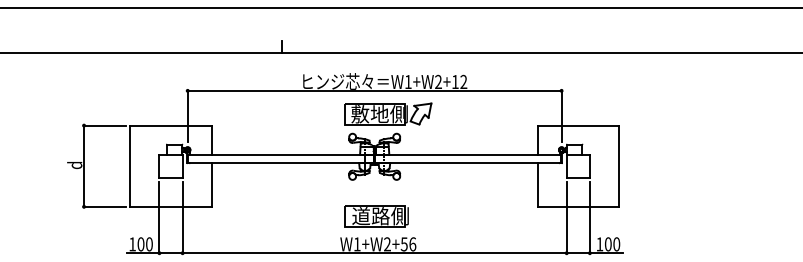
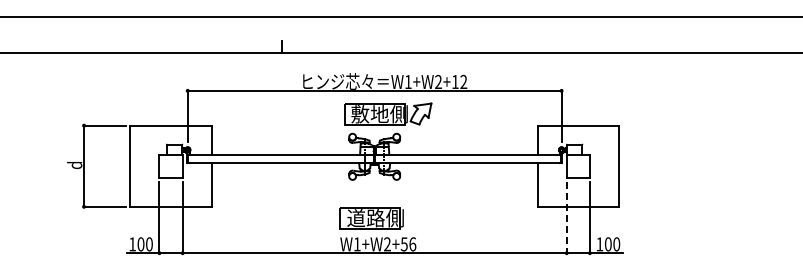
line at (400, 7) position: (400, 7) -> (400, 16)
part at (376, 216) position: (376, 216) -> (371, 218)
line at (566, 218): solid -> dashed
